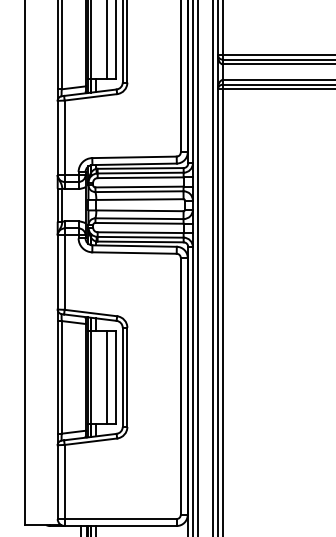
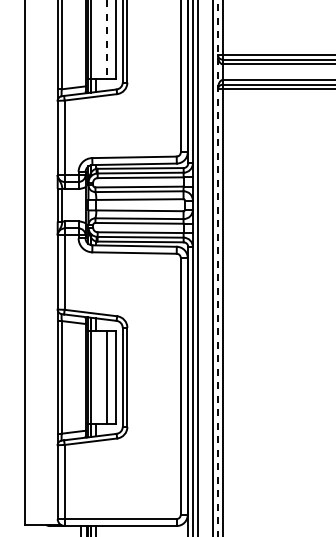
line at (107, 40): solid -> dashed
line at (217, 268): solid -> dashed
